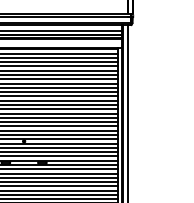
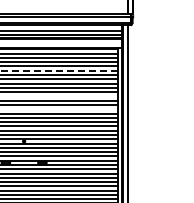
line at (59, 70): solid -> dashed
line at (60, 96): present -> none
line at (60, 109): present -> none
